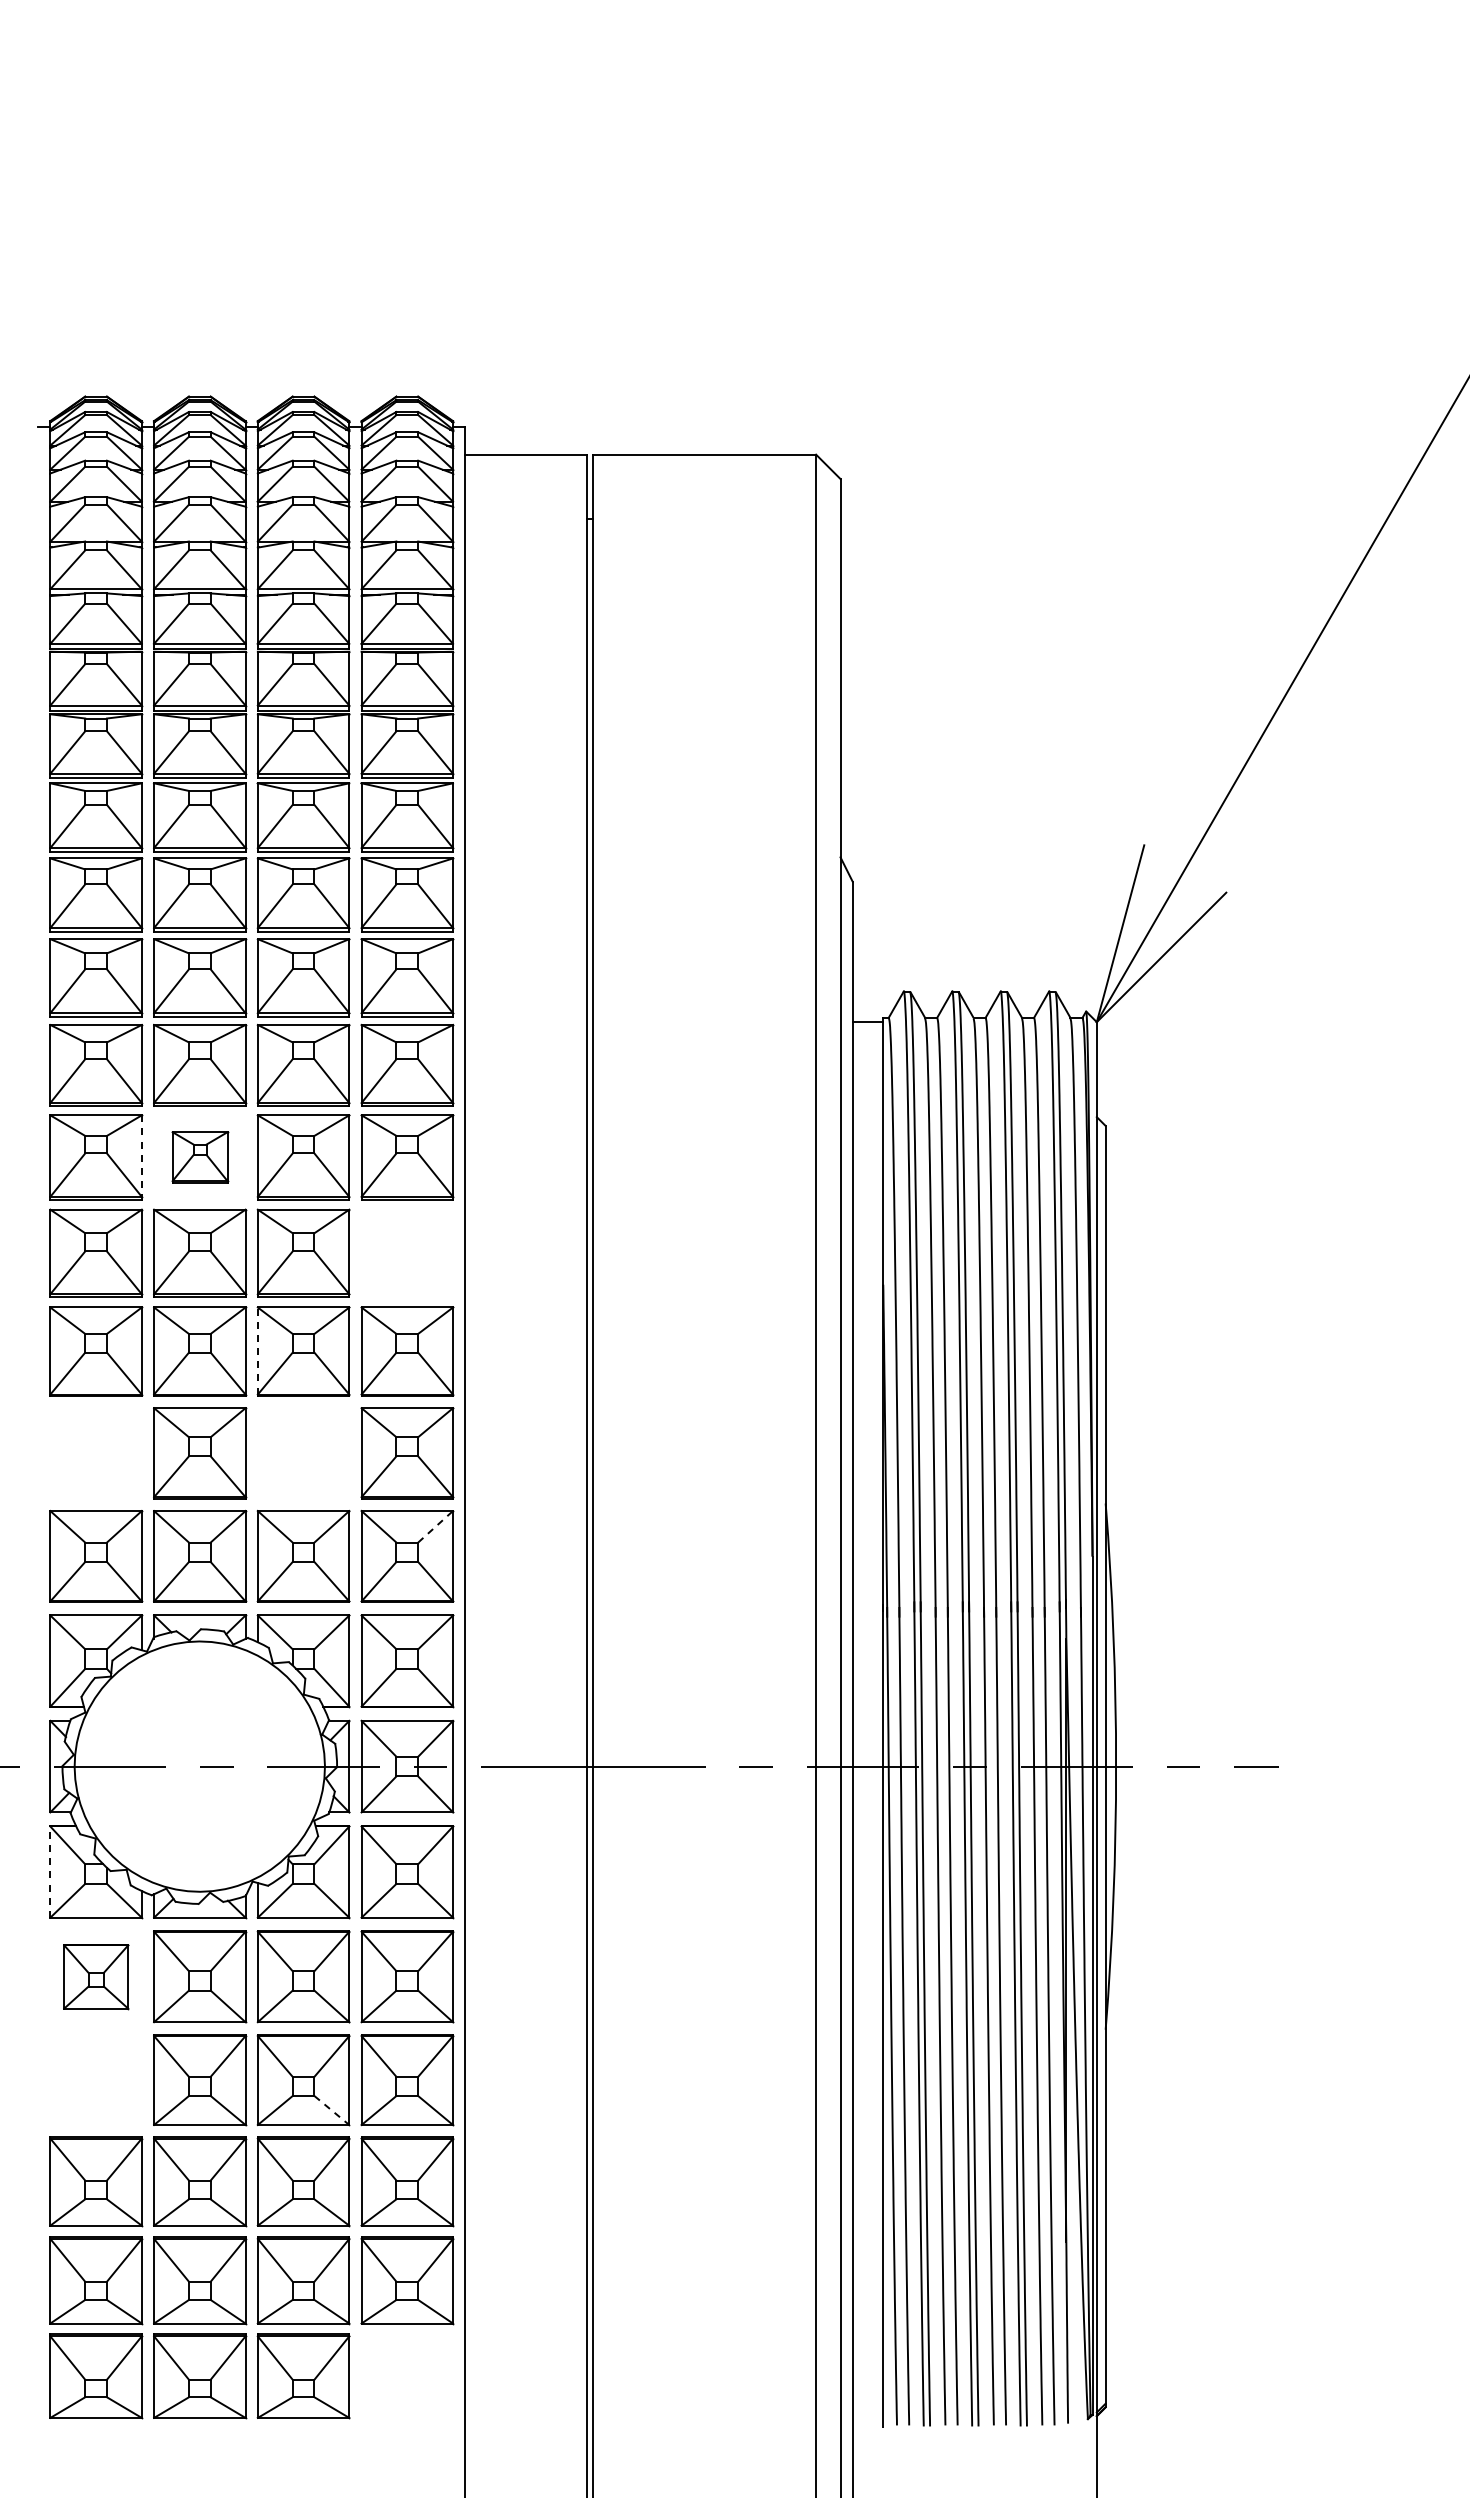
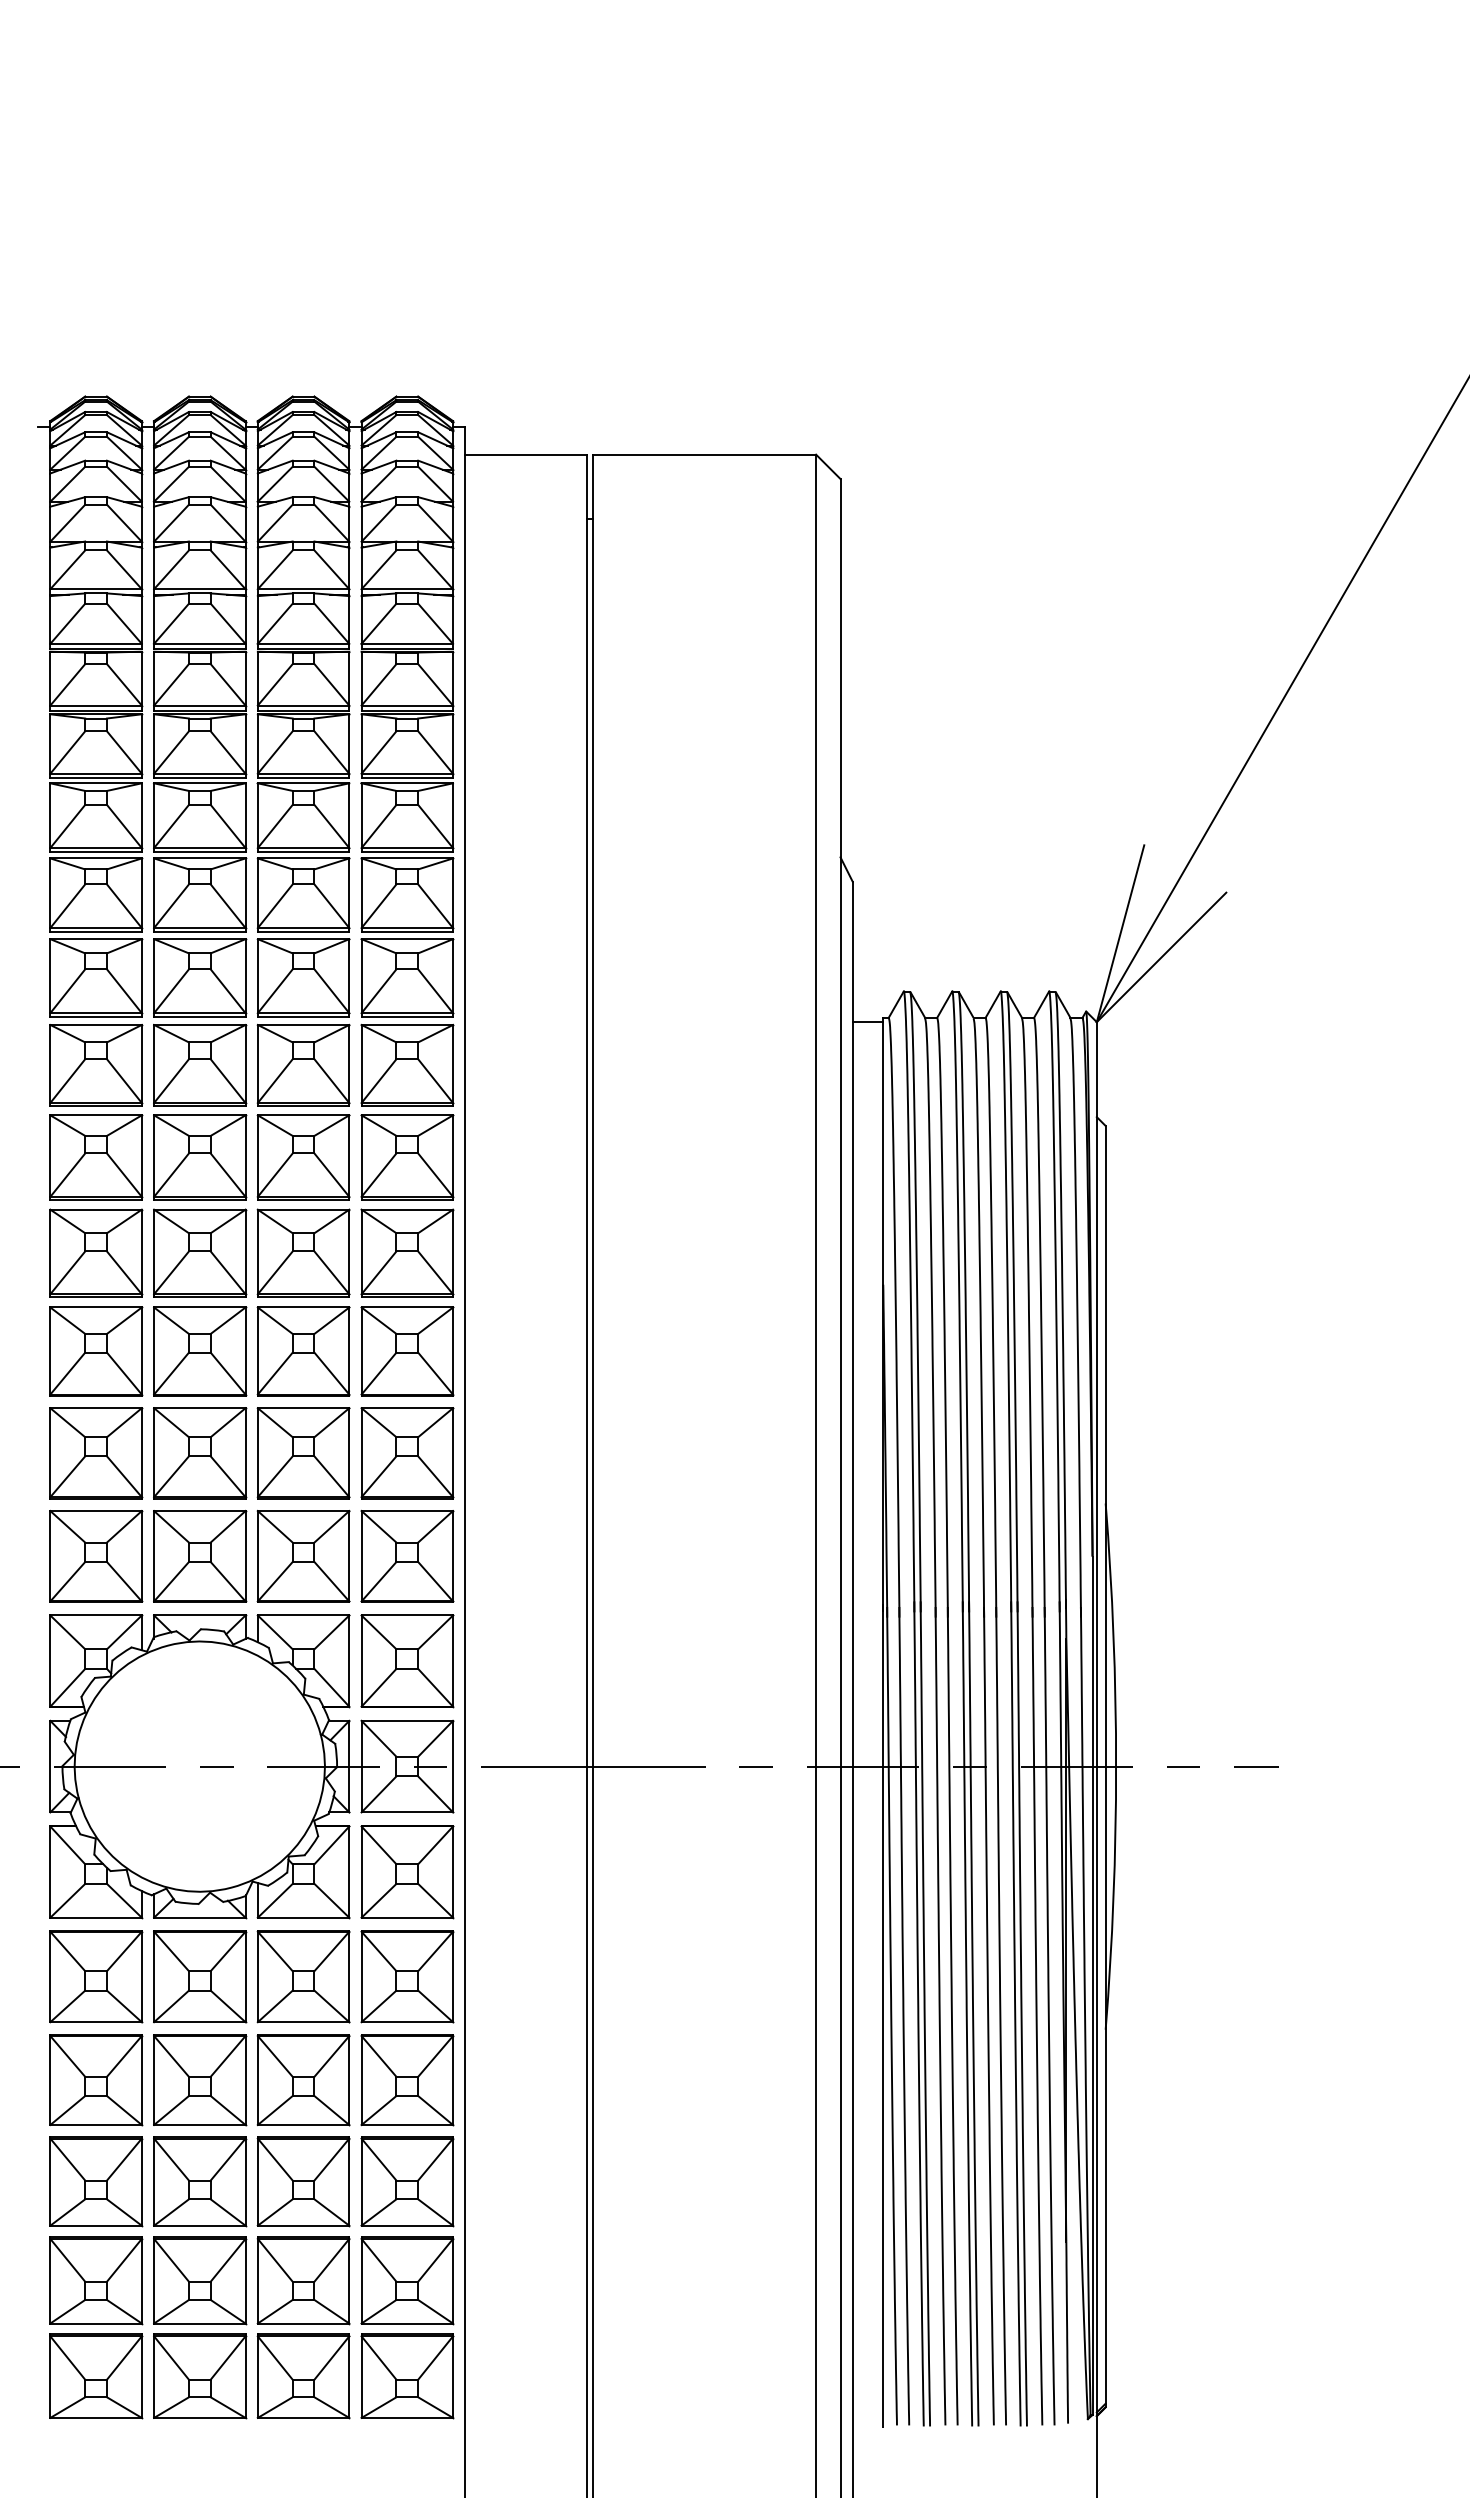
line at (141, 1156): dashed -> solid
part at (200, 1157) size: 59x53 px -> 95x87 px
part at (407, 1252): none -> present
line at (257, 1351): dashed -> solid
part at (96, 1453): none -> present
part at (303, 1453): none -> present
line at (435, 1526): dashed -> solid
line at (50, 1872): dashed -> solid
part at (96, 1977) size: 67x67 px -> 95x94 px
part at (96, 2080): none -> present
line at (331, 2110): dashed -> solid
part at (407, 2376): none -> present
